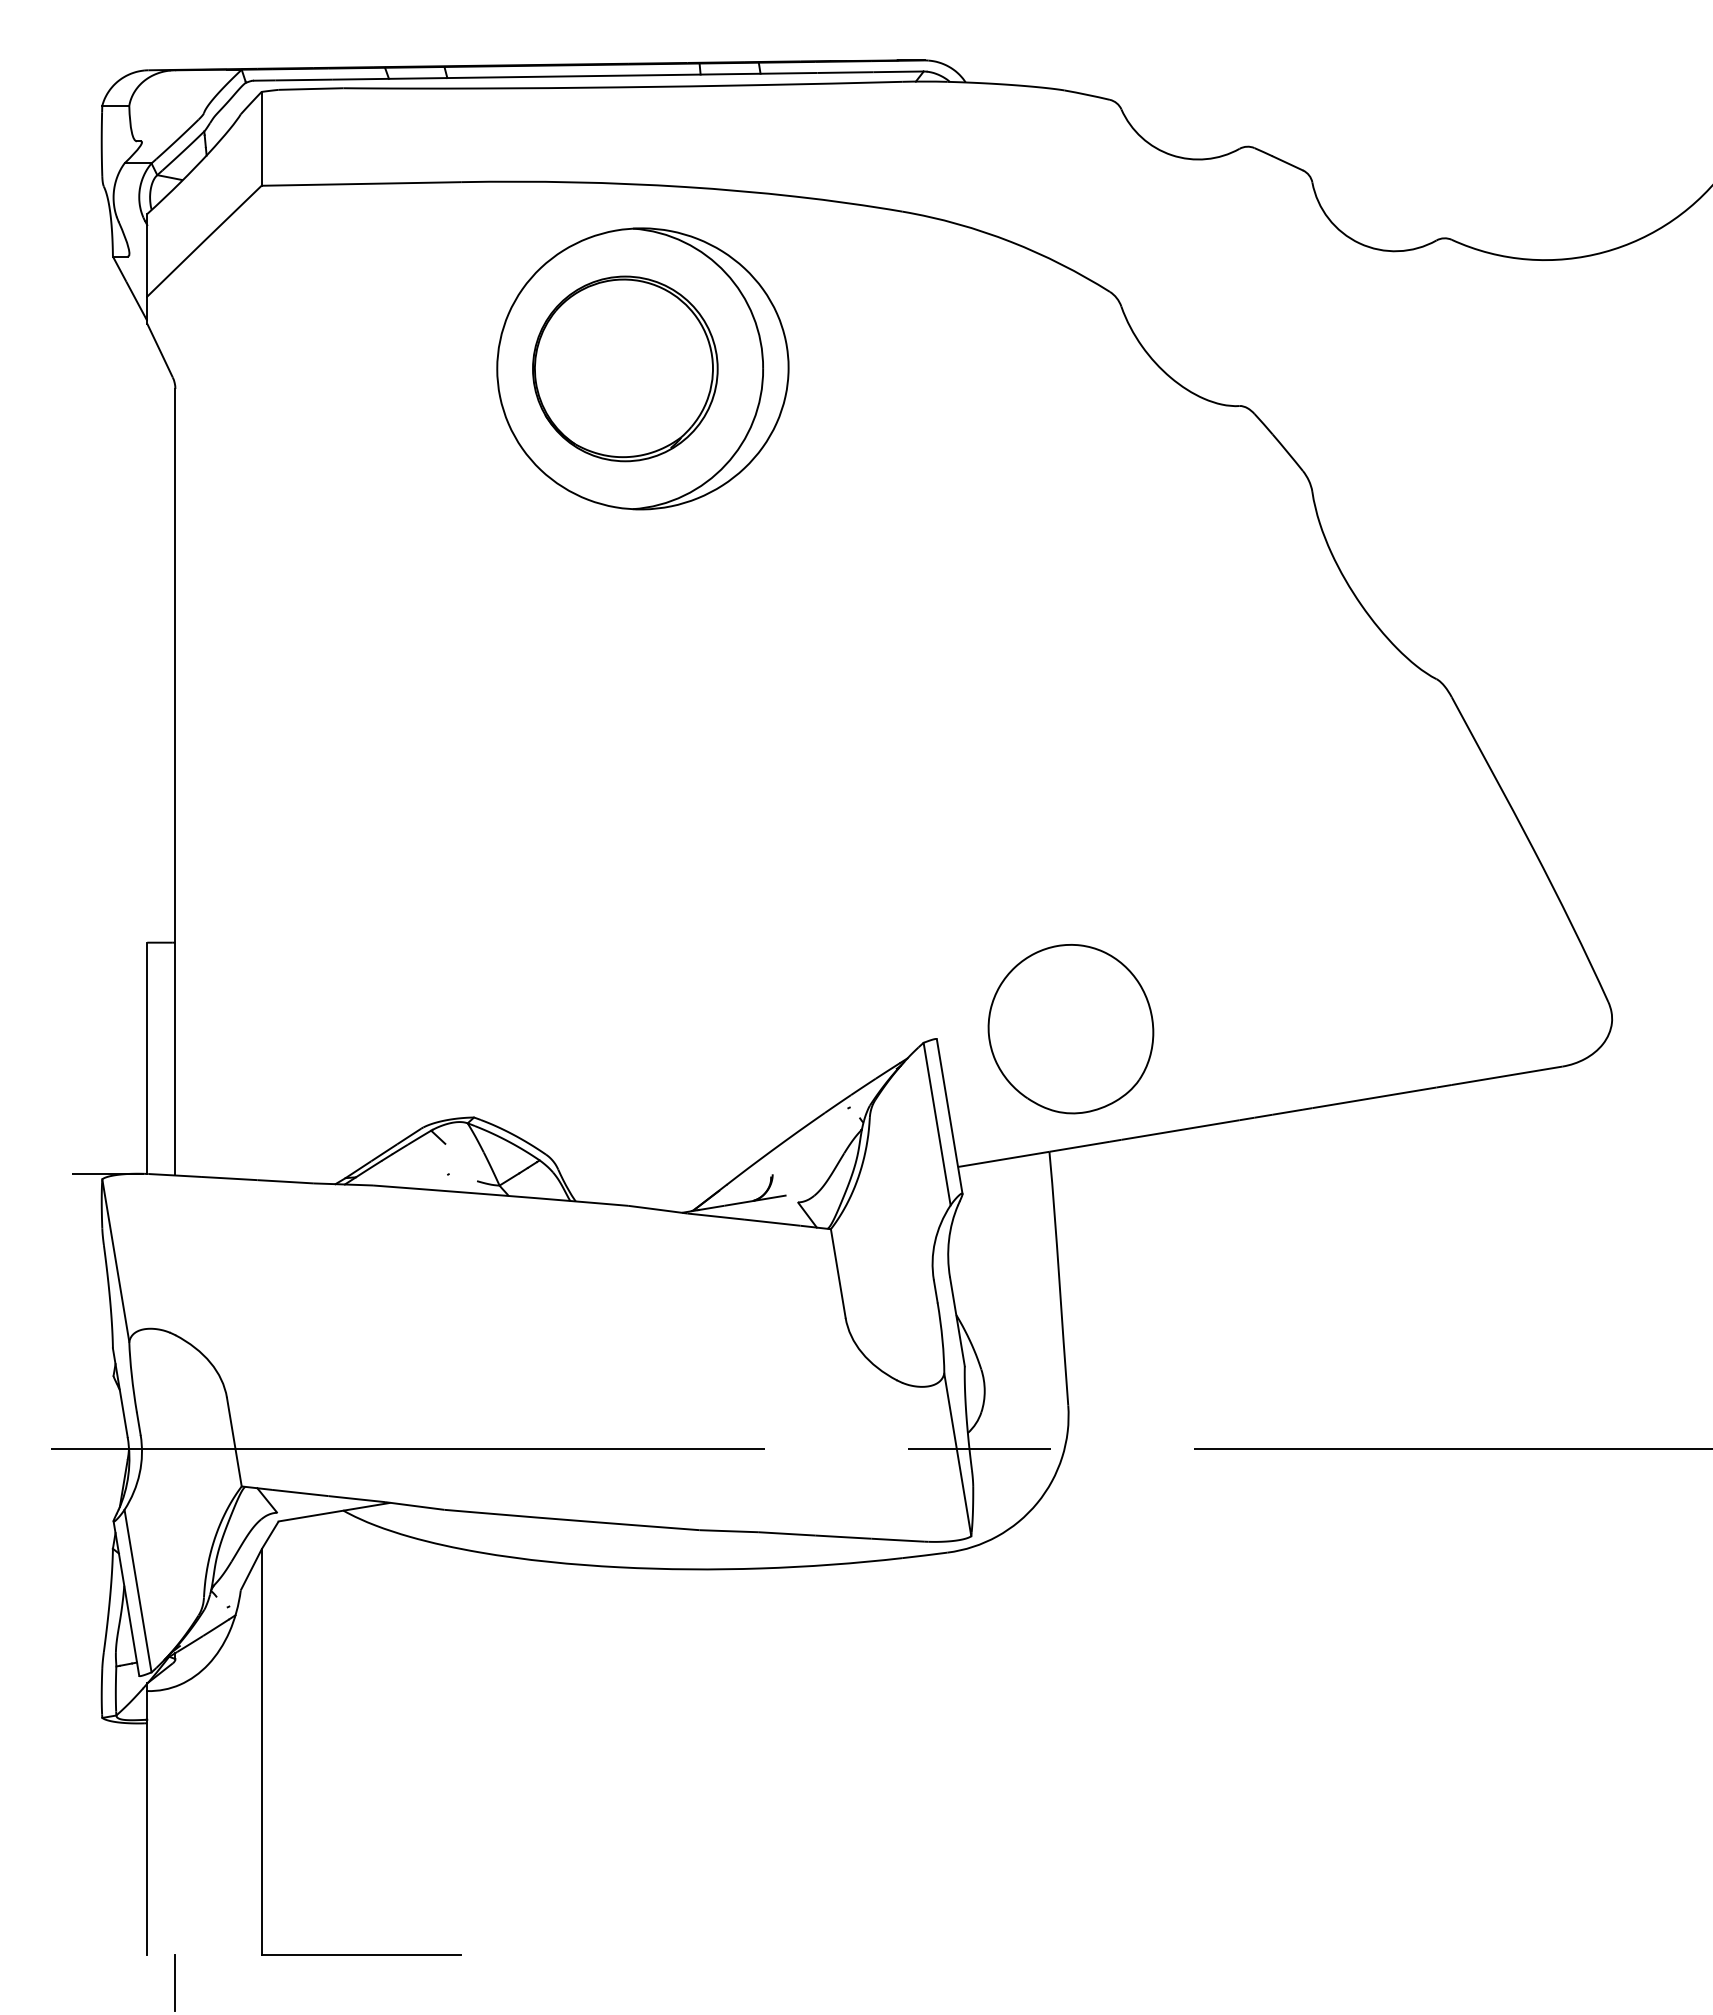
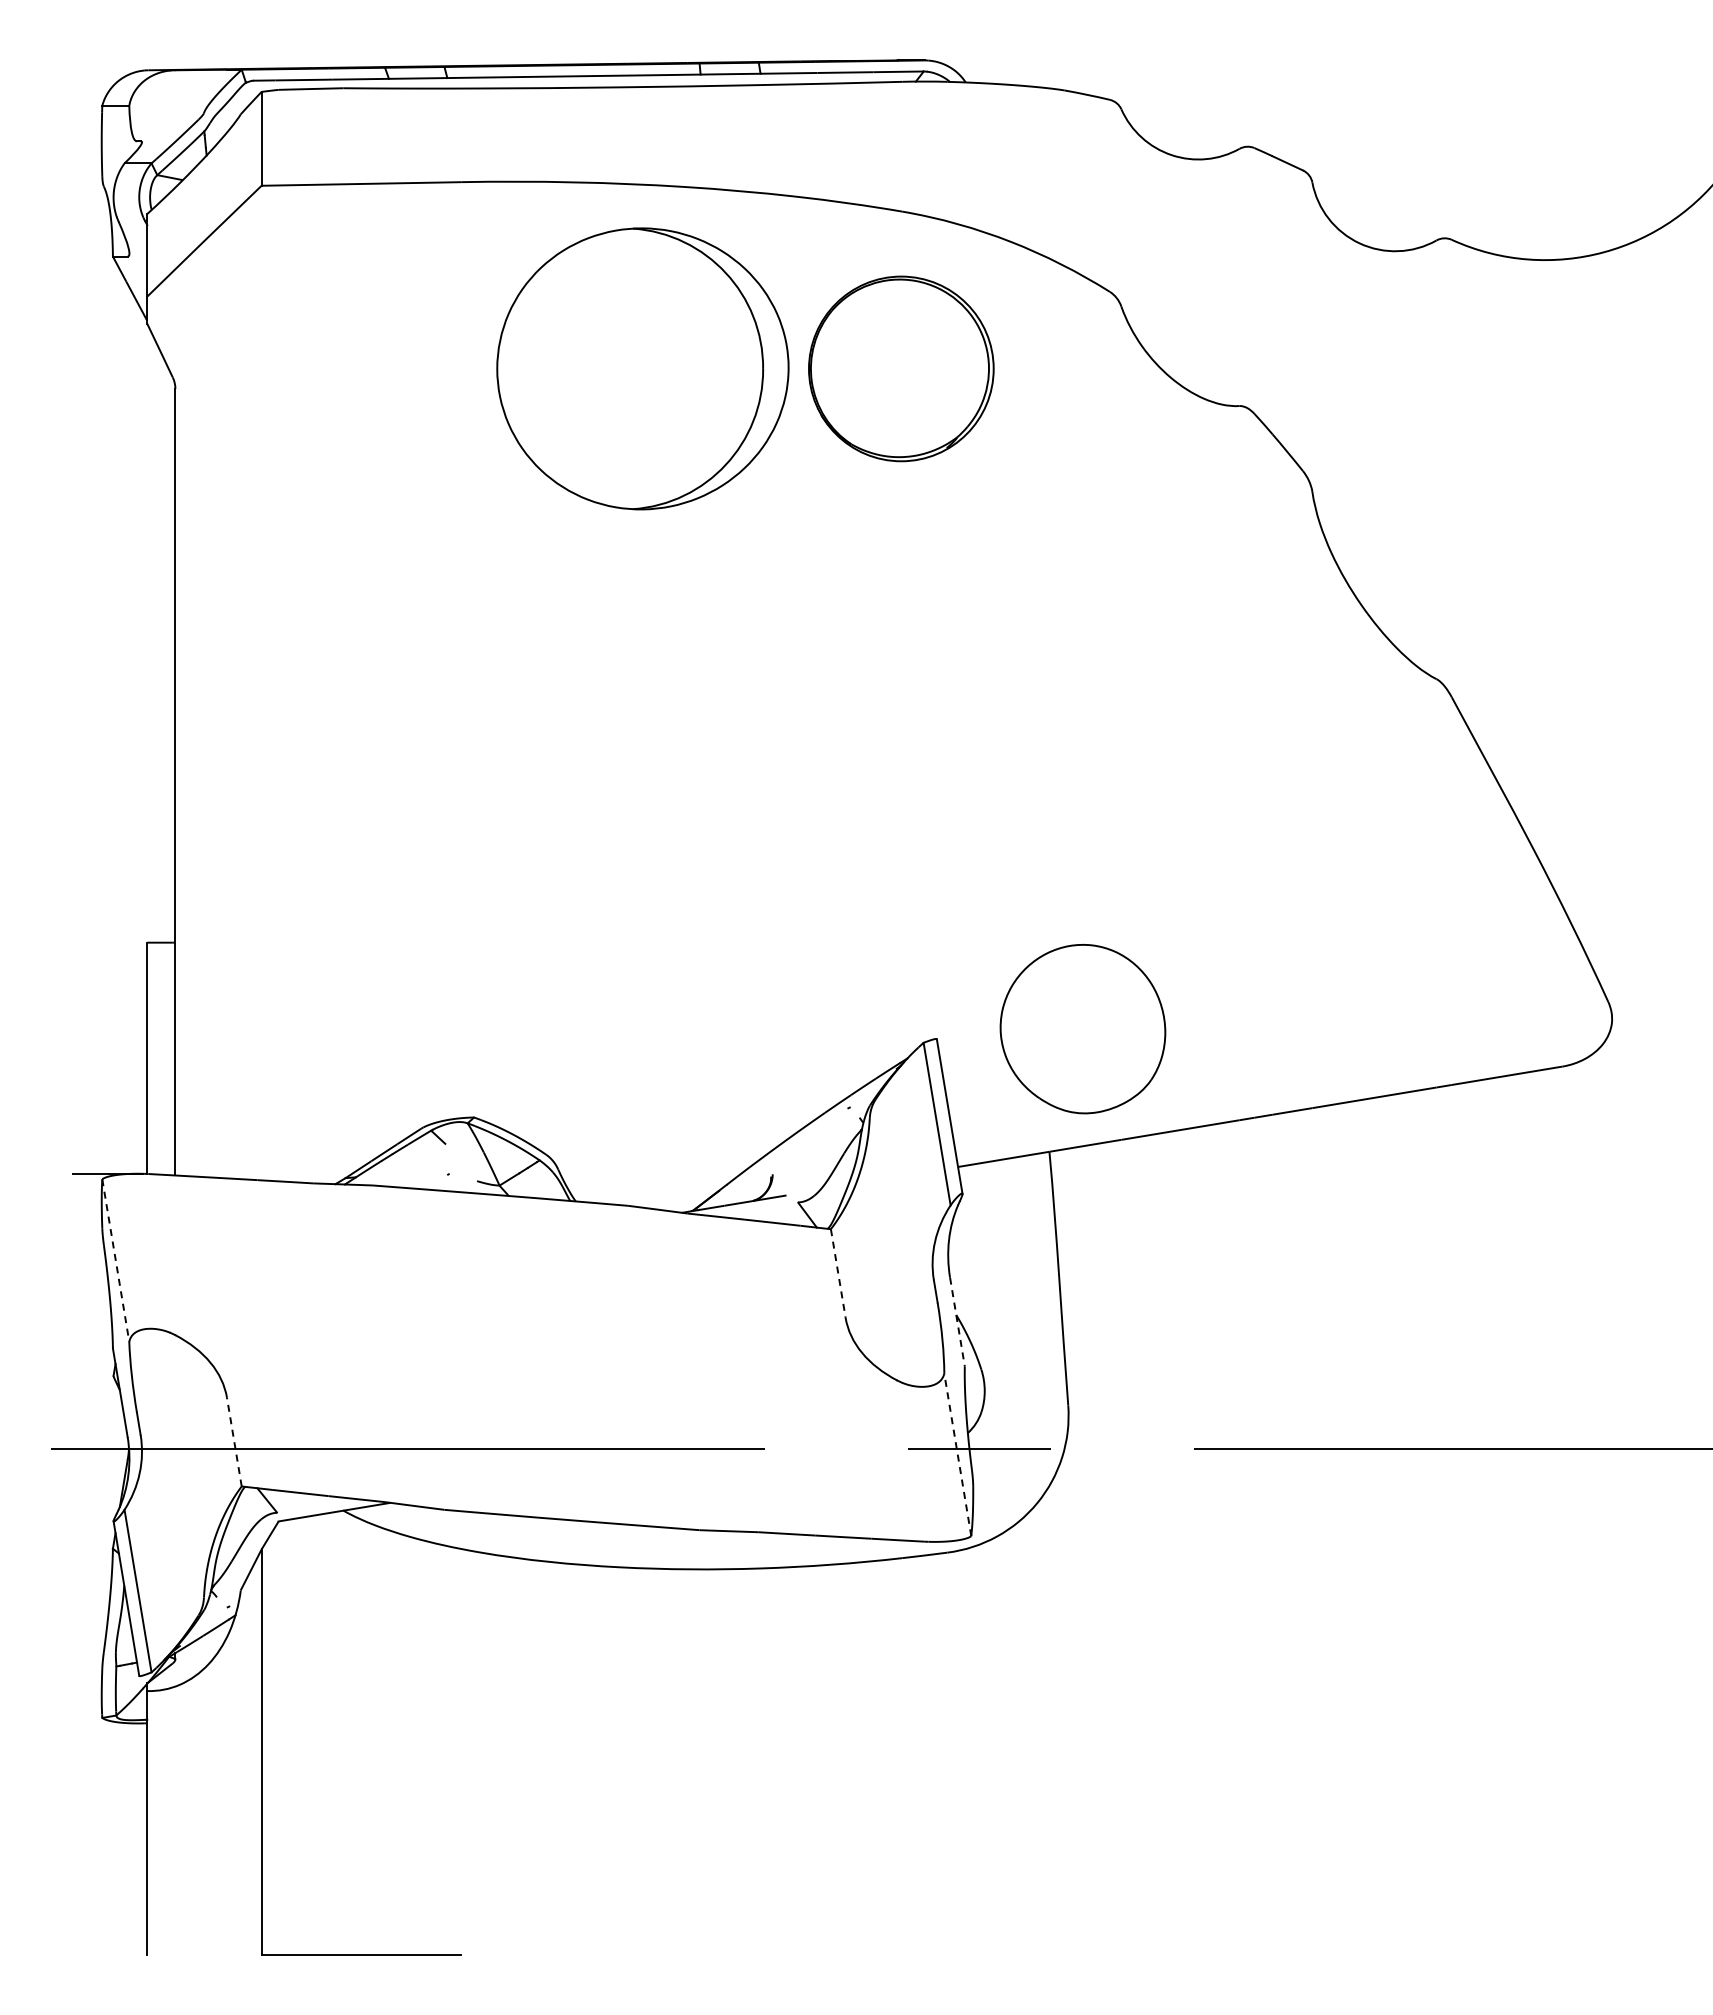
part at (625, 368) position: (625, 368) -> (901, 368)
part at (1070, 1029) position: (1070, 1029) -> (1082, 1029)
line at (115, 1261): solid -> dashed
line at (838, 1273): solid -> dashed
line at (957, 1322): solid -> dashed
line at (234, 1442): solid -> dashed
line at (957, 1454): solid -> dashed
line at (175, 1982): present -> none
